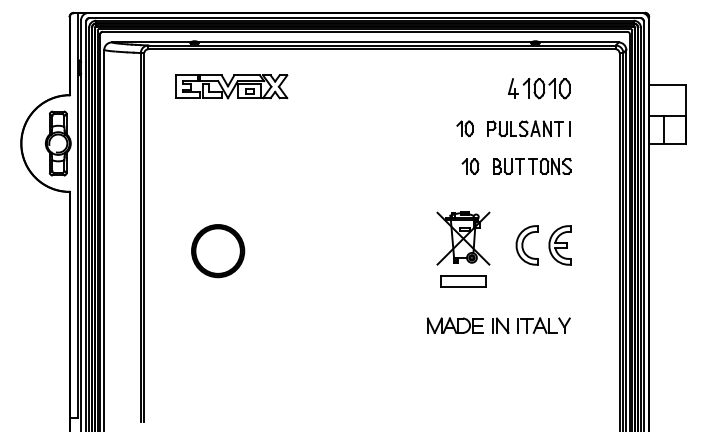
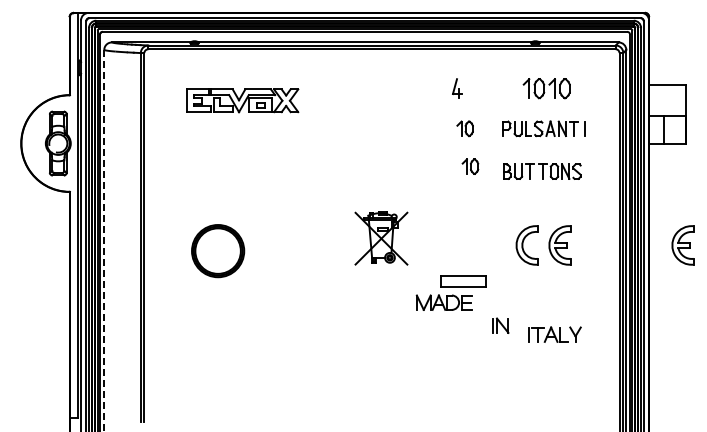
part at (231, 86) position: (231, 86) -> (242, 100)
part at (513, 88) position: (513, 88) -> (457, 88)
part at (528, 128) position: (528, 128) -> (543, 128)
part at (532, 166) position: (532, 166) -> (542, 171)
part at (463, 238) position: (463, 238) -> (381, 238)
line at (104, 241): solid -> dashed
part at (682, 245): none -> present
part at (454, 325) position: (454, 325) -> (443, 302)
part at (543, 325) position: (543, 325) -> (554, 334)
